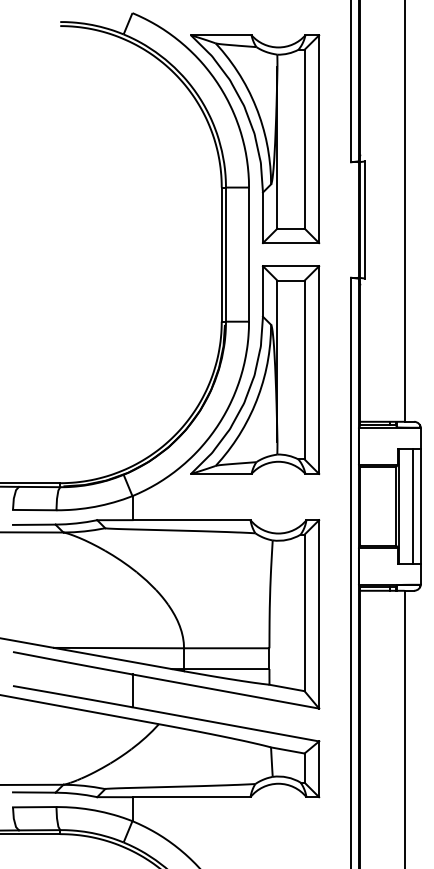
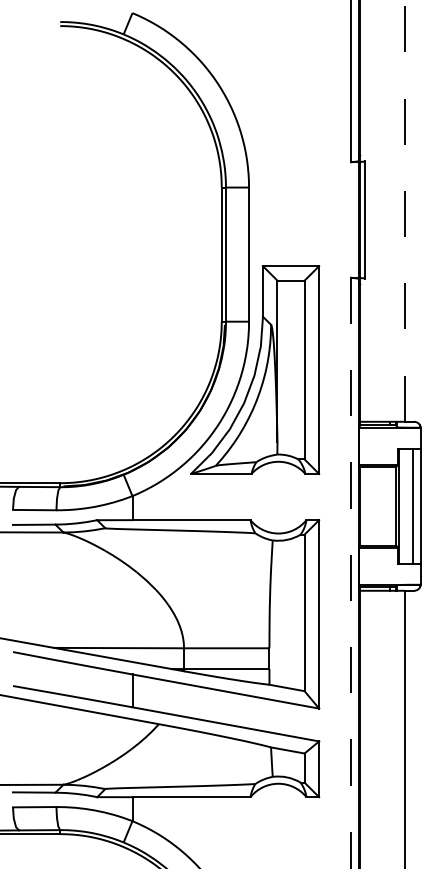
part at (255, 139): present -> none
line at (404, 211): solid -> dashed
line at (351, 572): solid -> dashed
